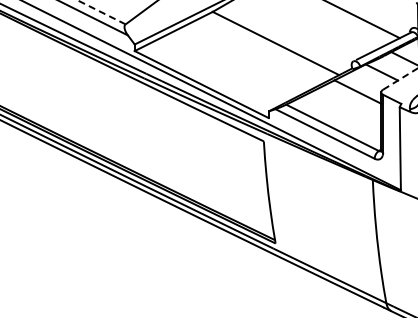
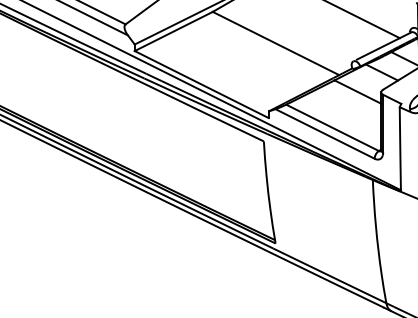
line at (101, 12): dashed -> solid
line at (400, 78): dashed -> solid
